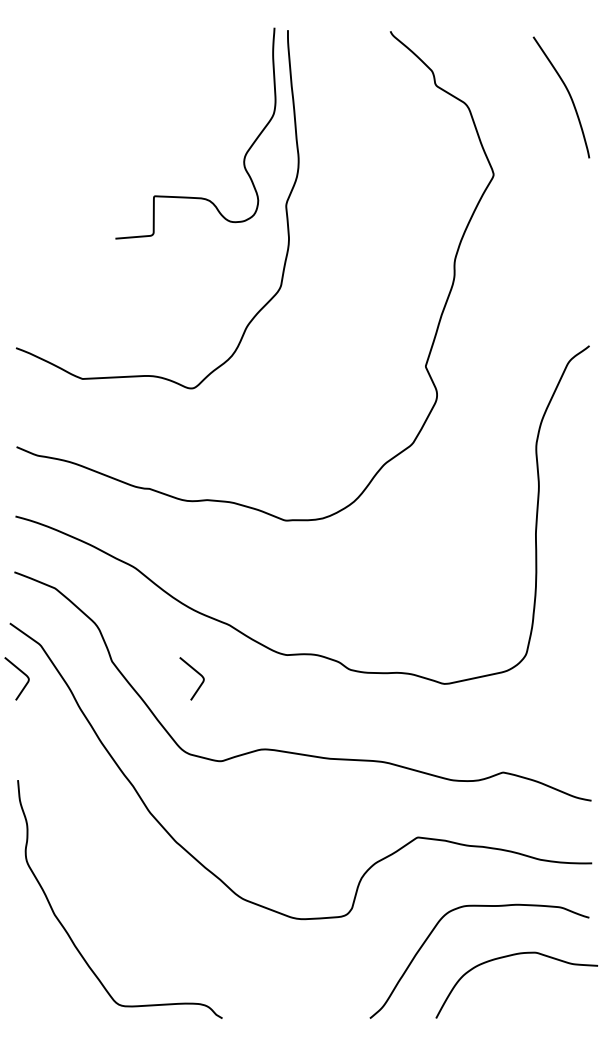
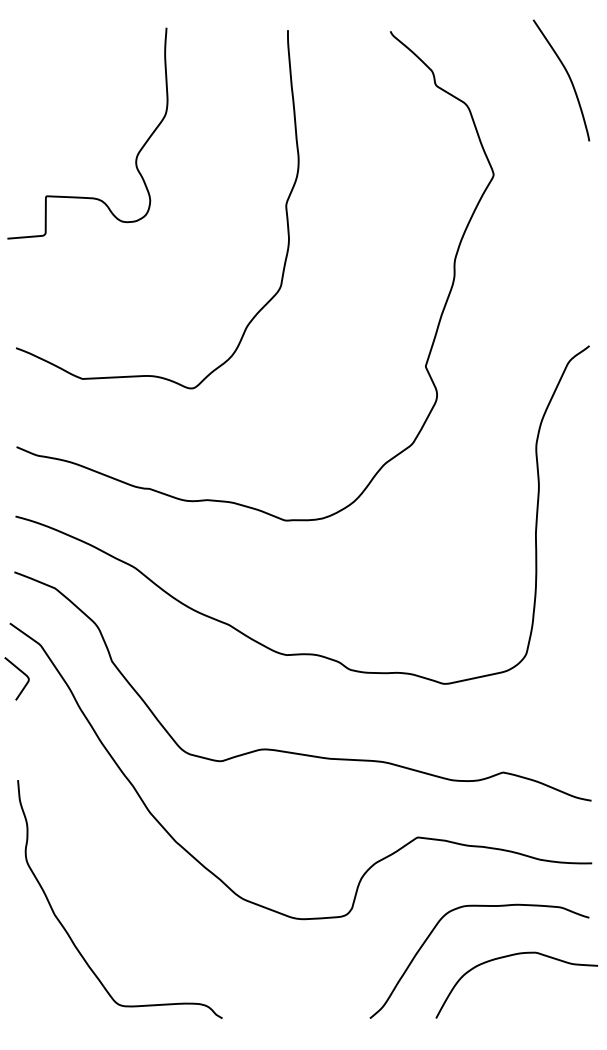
curve at (568, 94) position: (568, 94) -> (568, 77)
curve at (244, 155) position: (244, 155) -> (136, 155)
curve at (196, 672): present -> none
